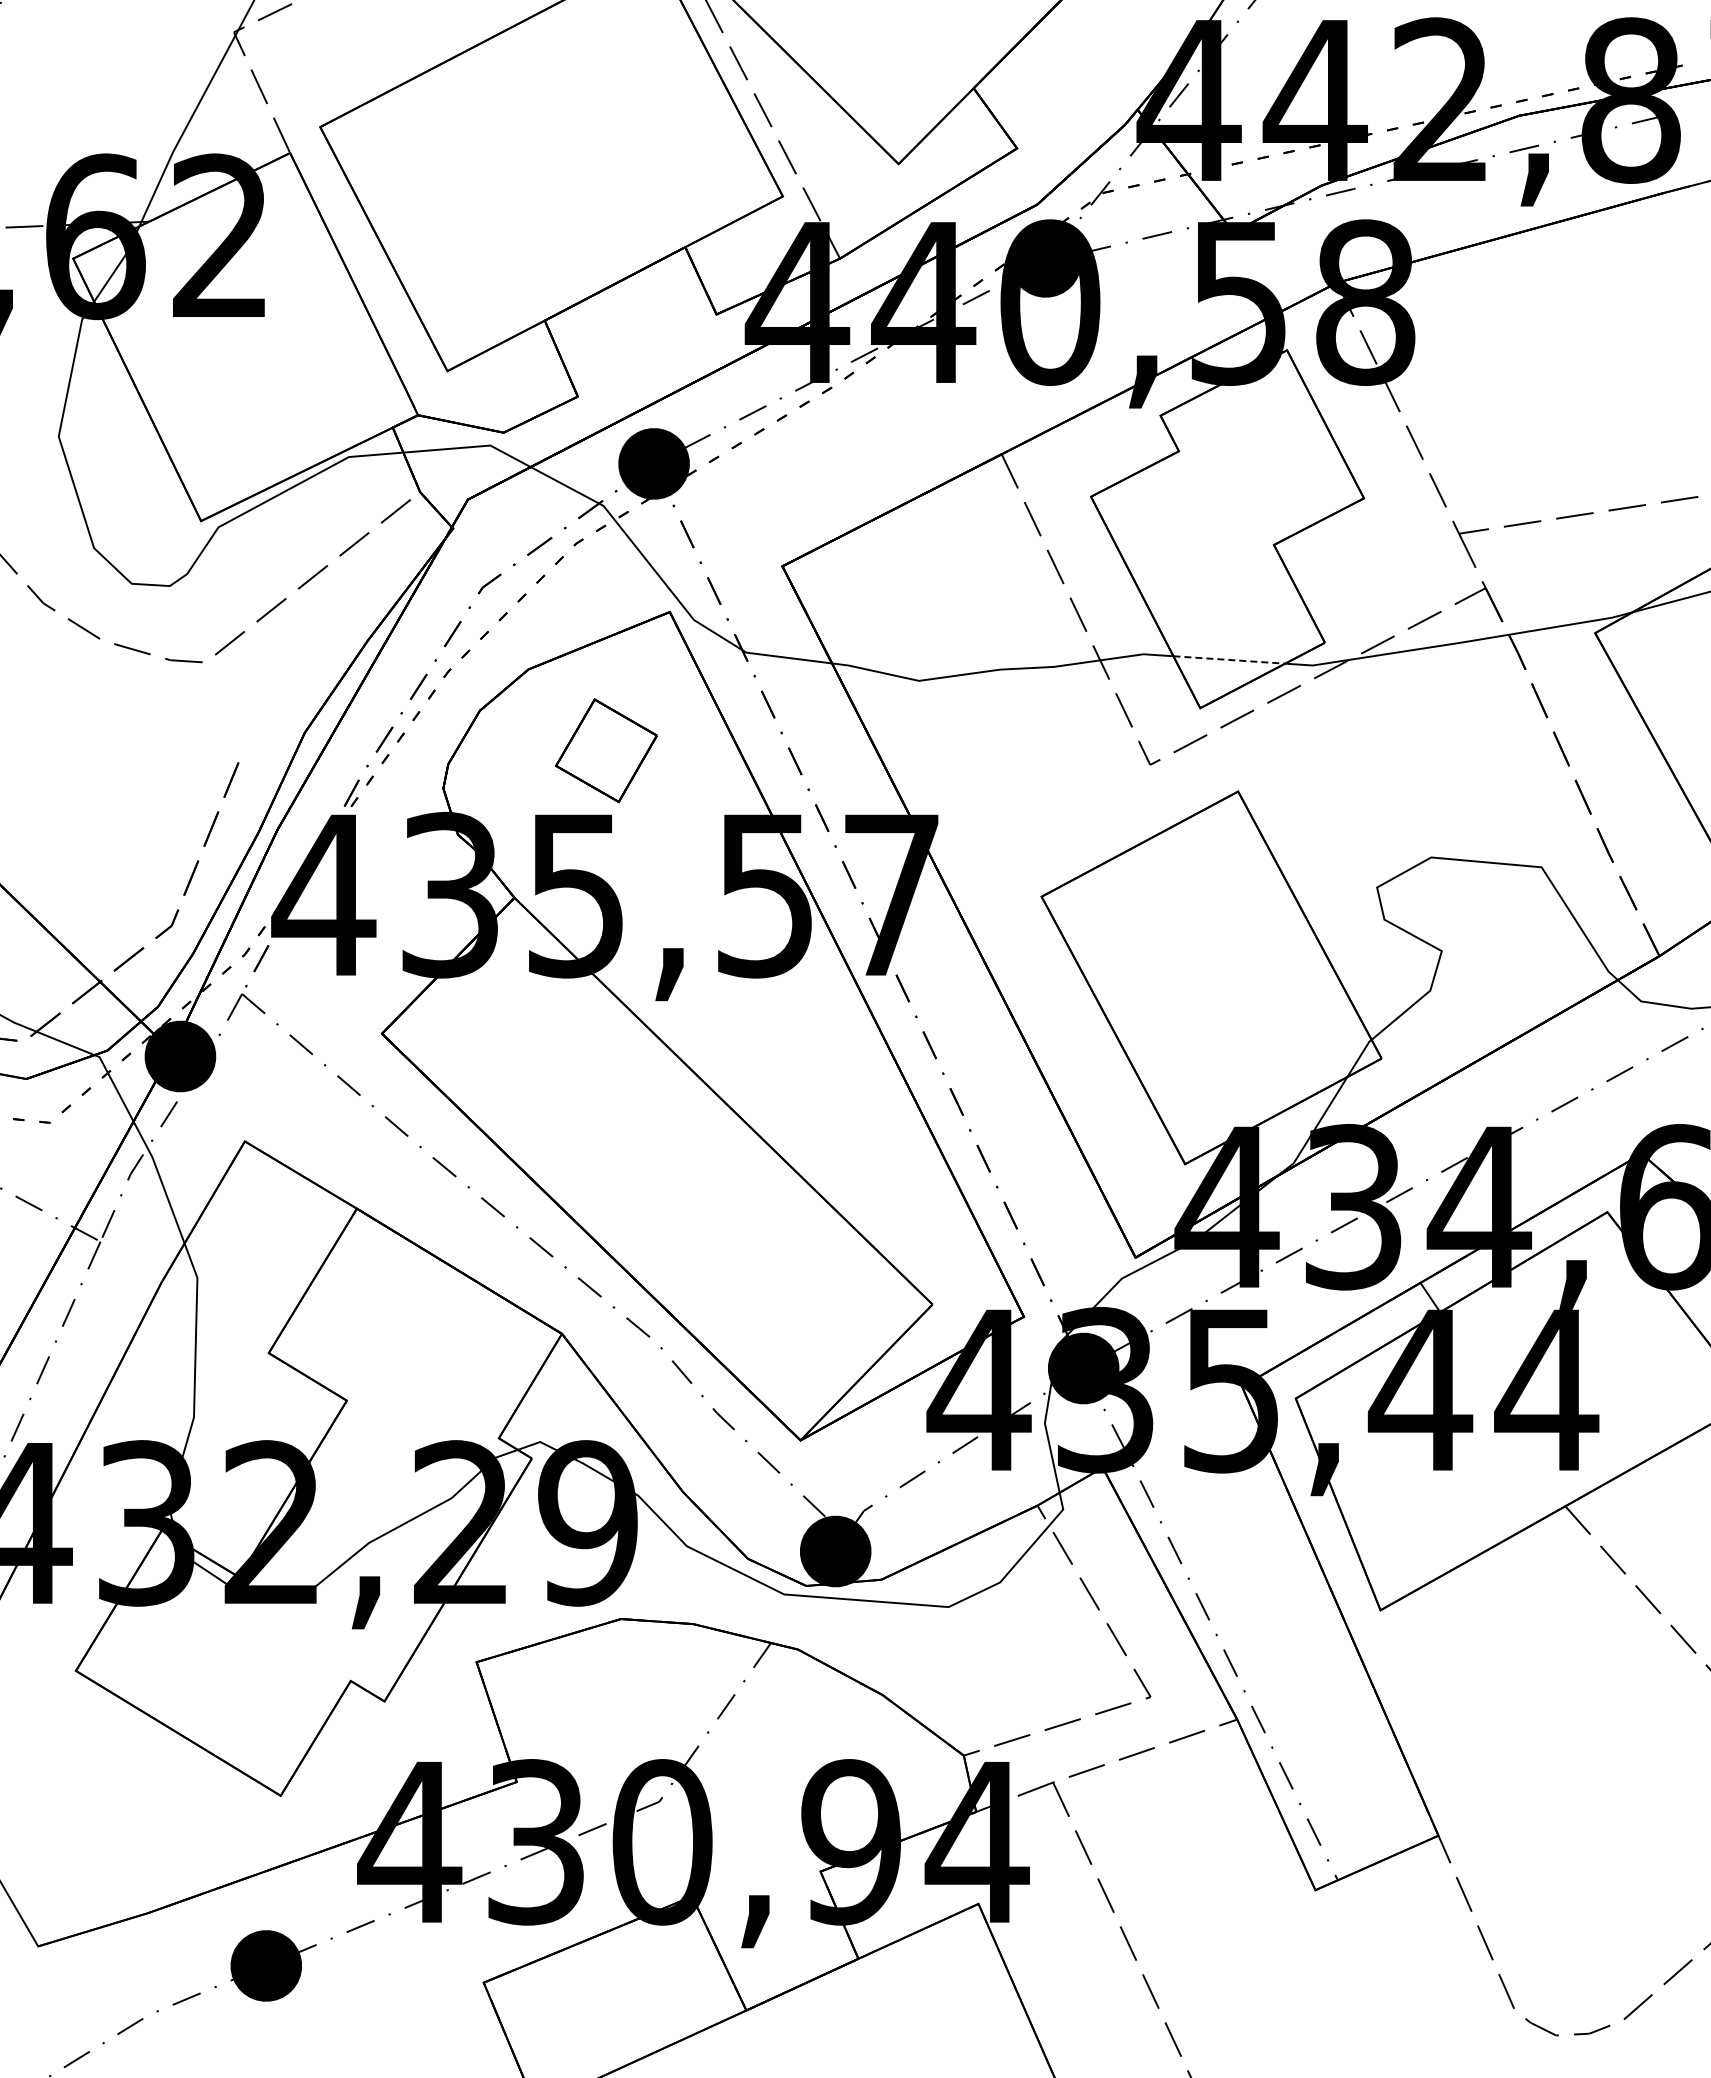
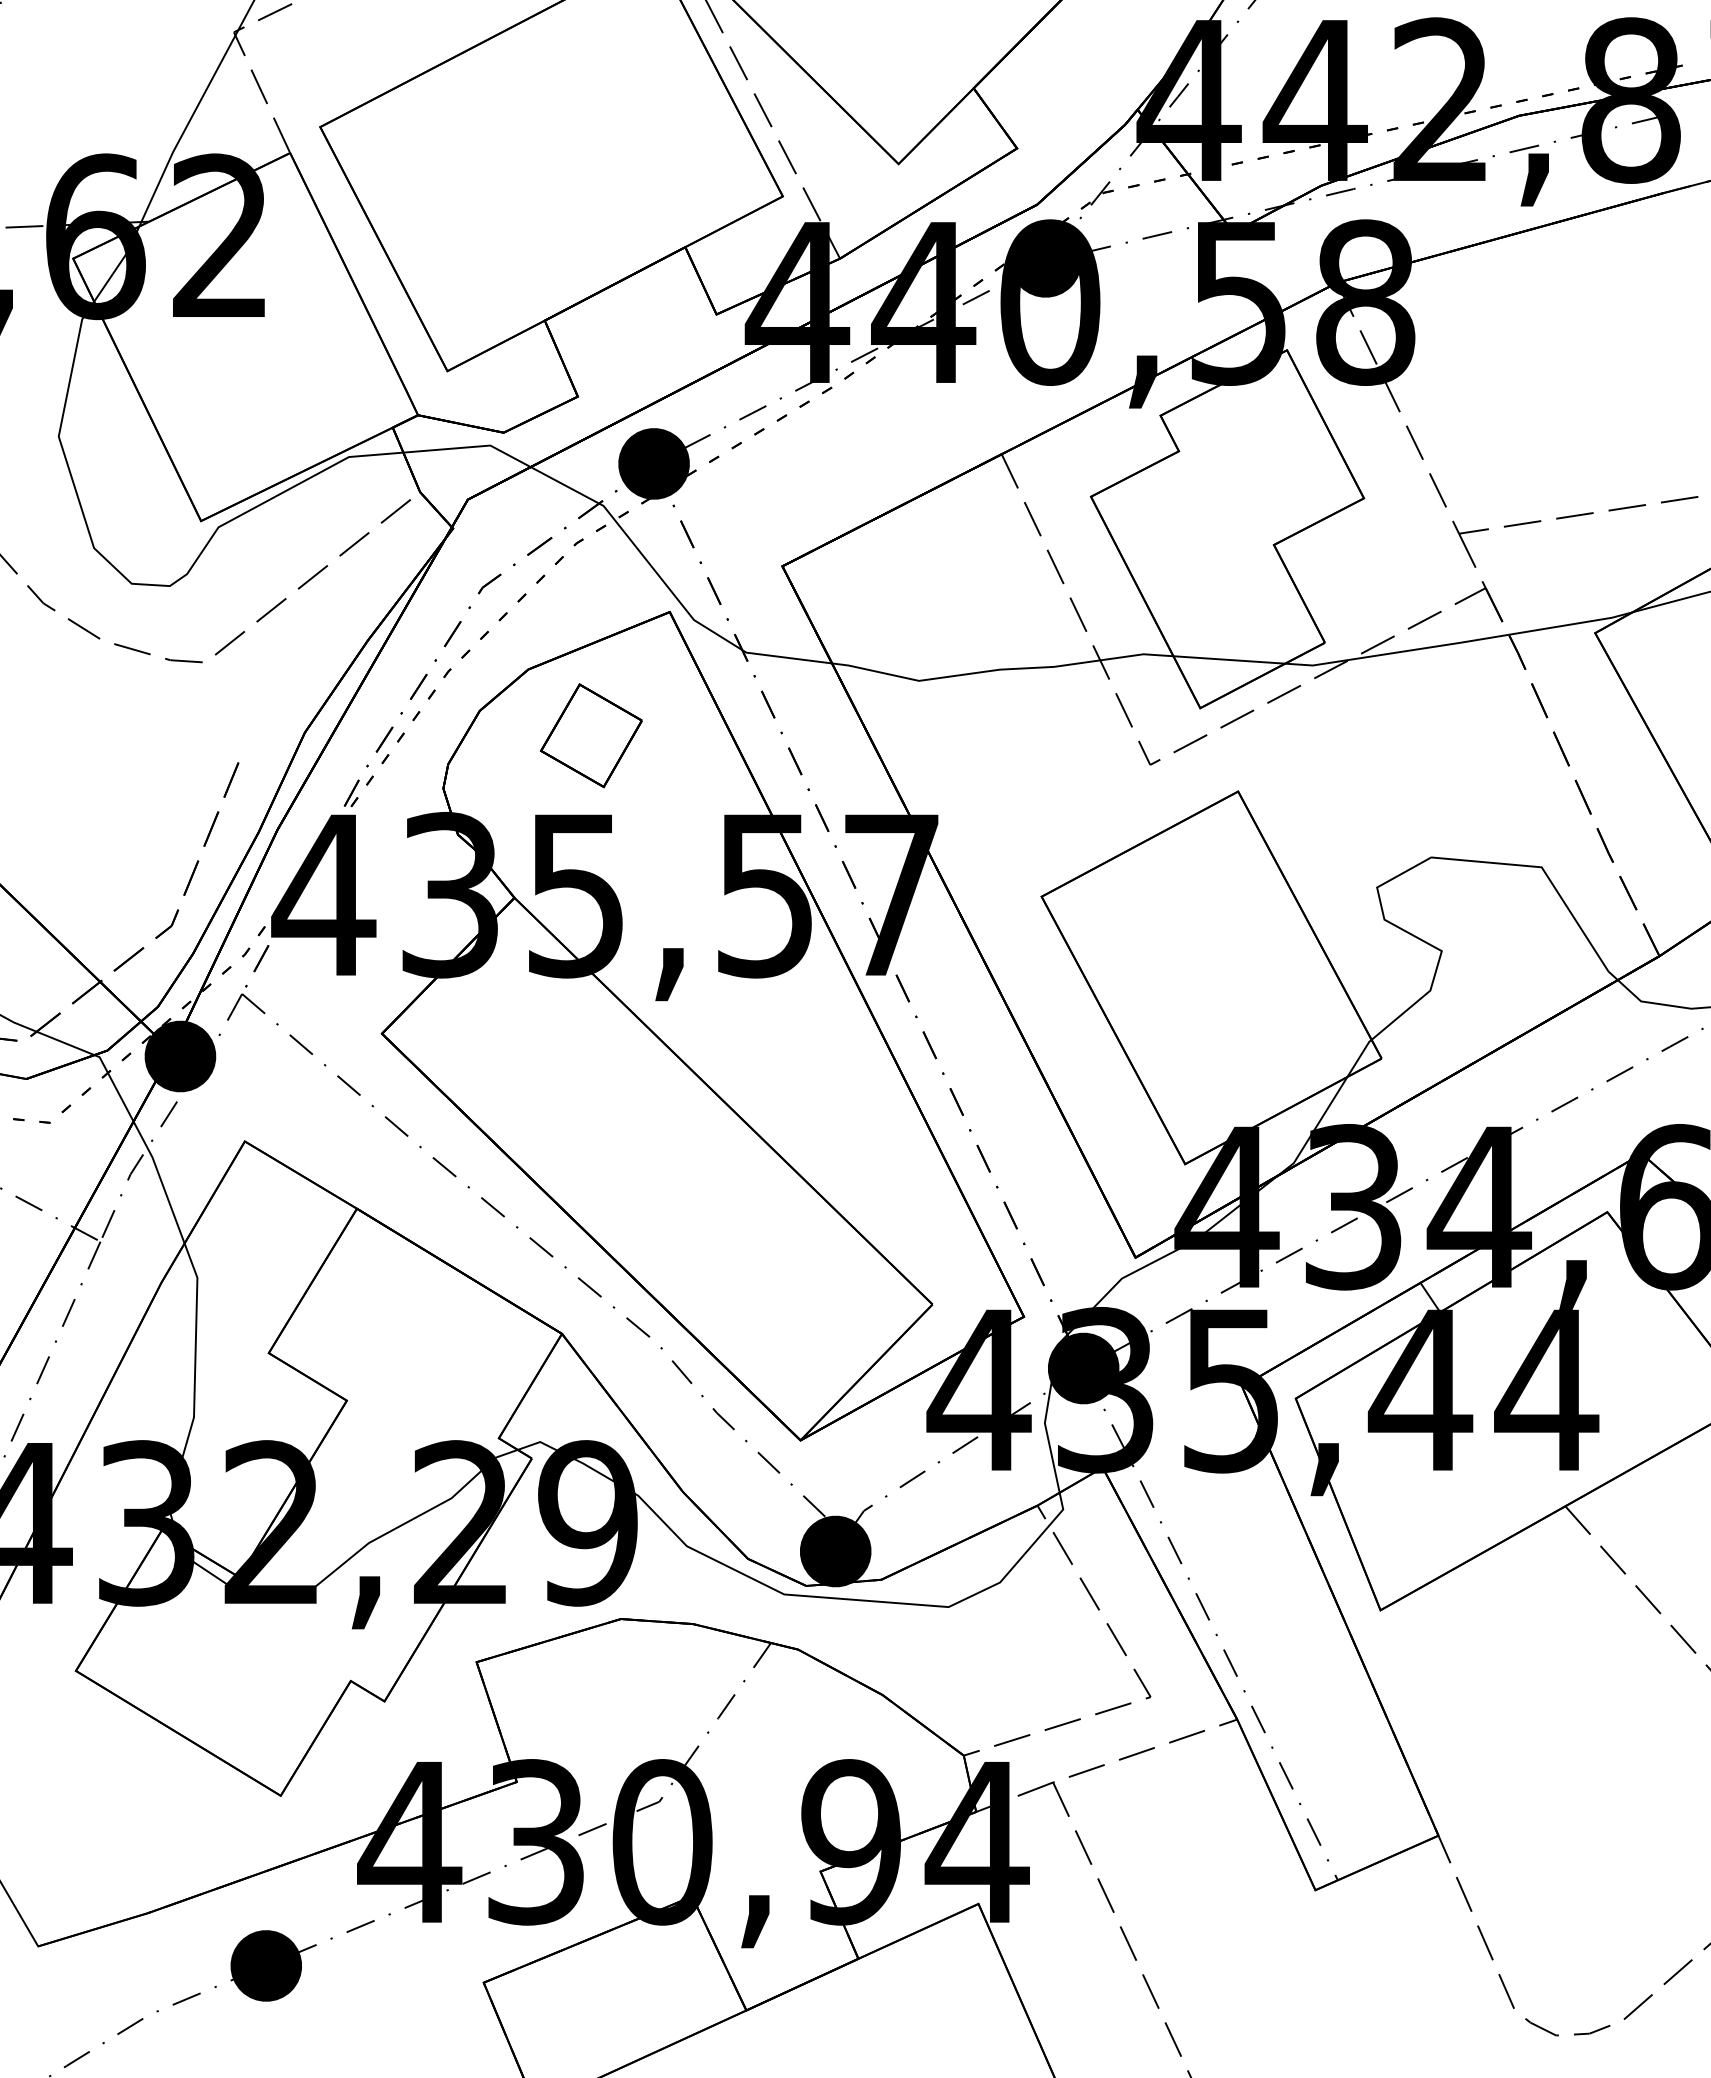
line at (1229, 659): dashed -> solid
part at (605, 750) position: (605, 750) -> (590, 735)
